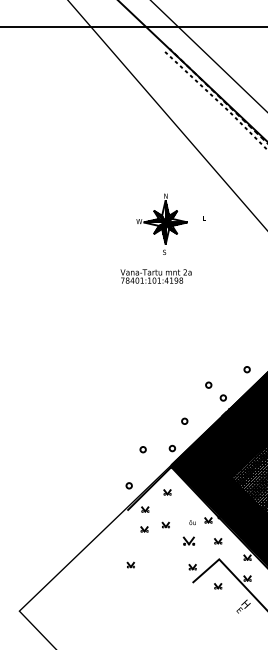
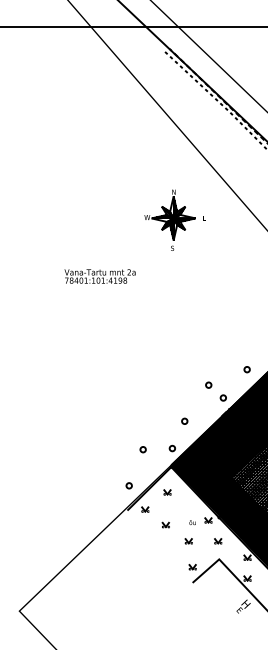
part at (161, 223) position: (161, 223) -> (169, 219)
text at (155, 276) position: (155, 276) -> (99, 276)
part at (144, 529): present -> none
part at (188, 540) size: 14x10 px -> 9x7 px
part at (130, 564): present -> none
part at (218, 586): present -> none
